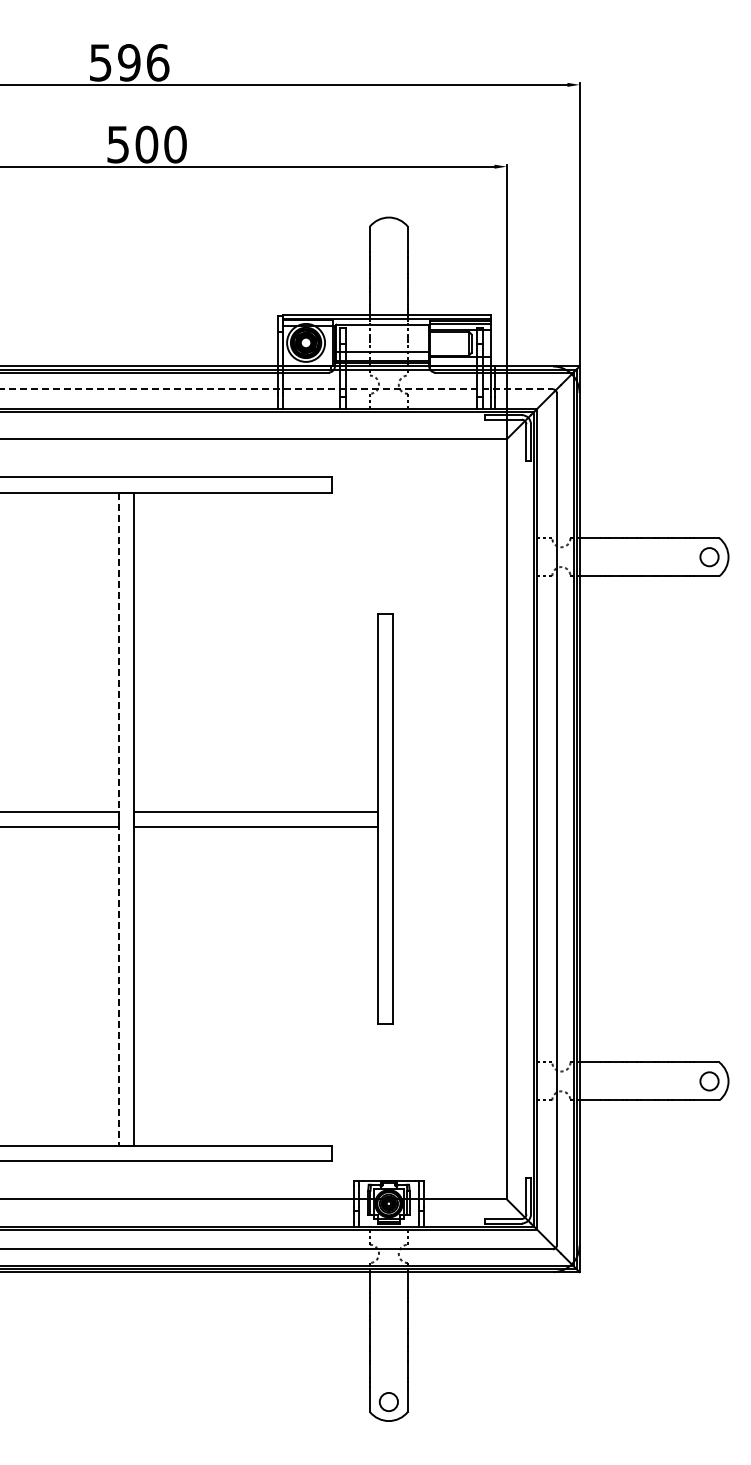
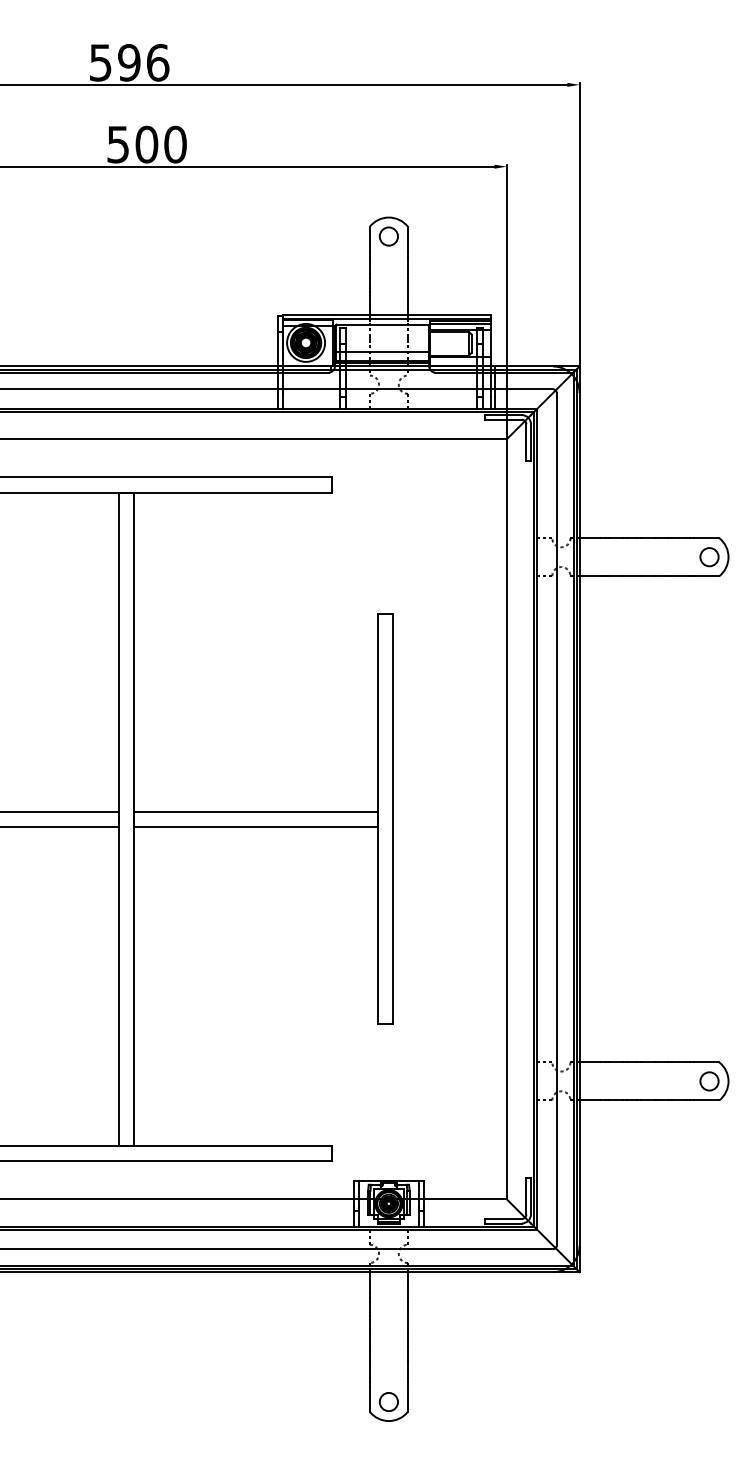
circle at (388, 236): none -> present
line at (277, 389): dashed -> solid
line at (119, 819): dashed -> solid
